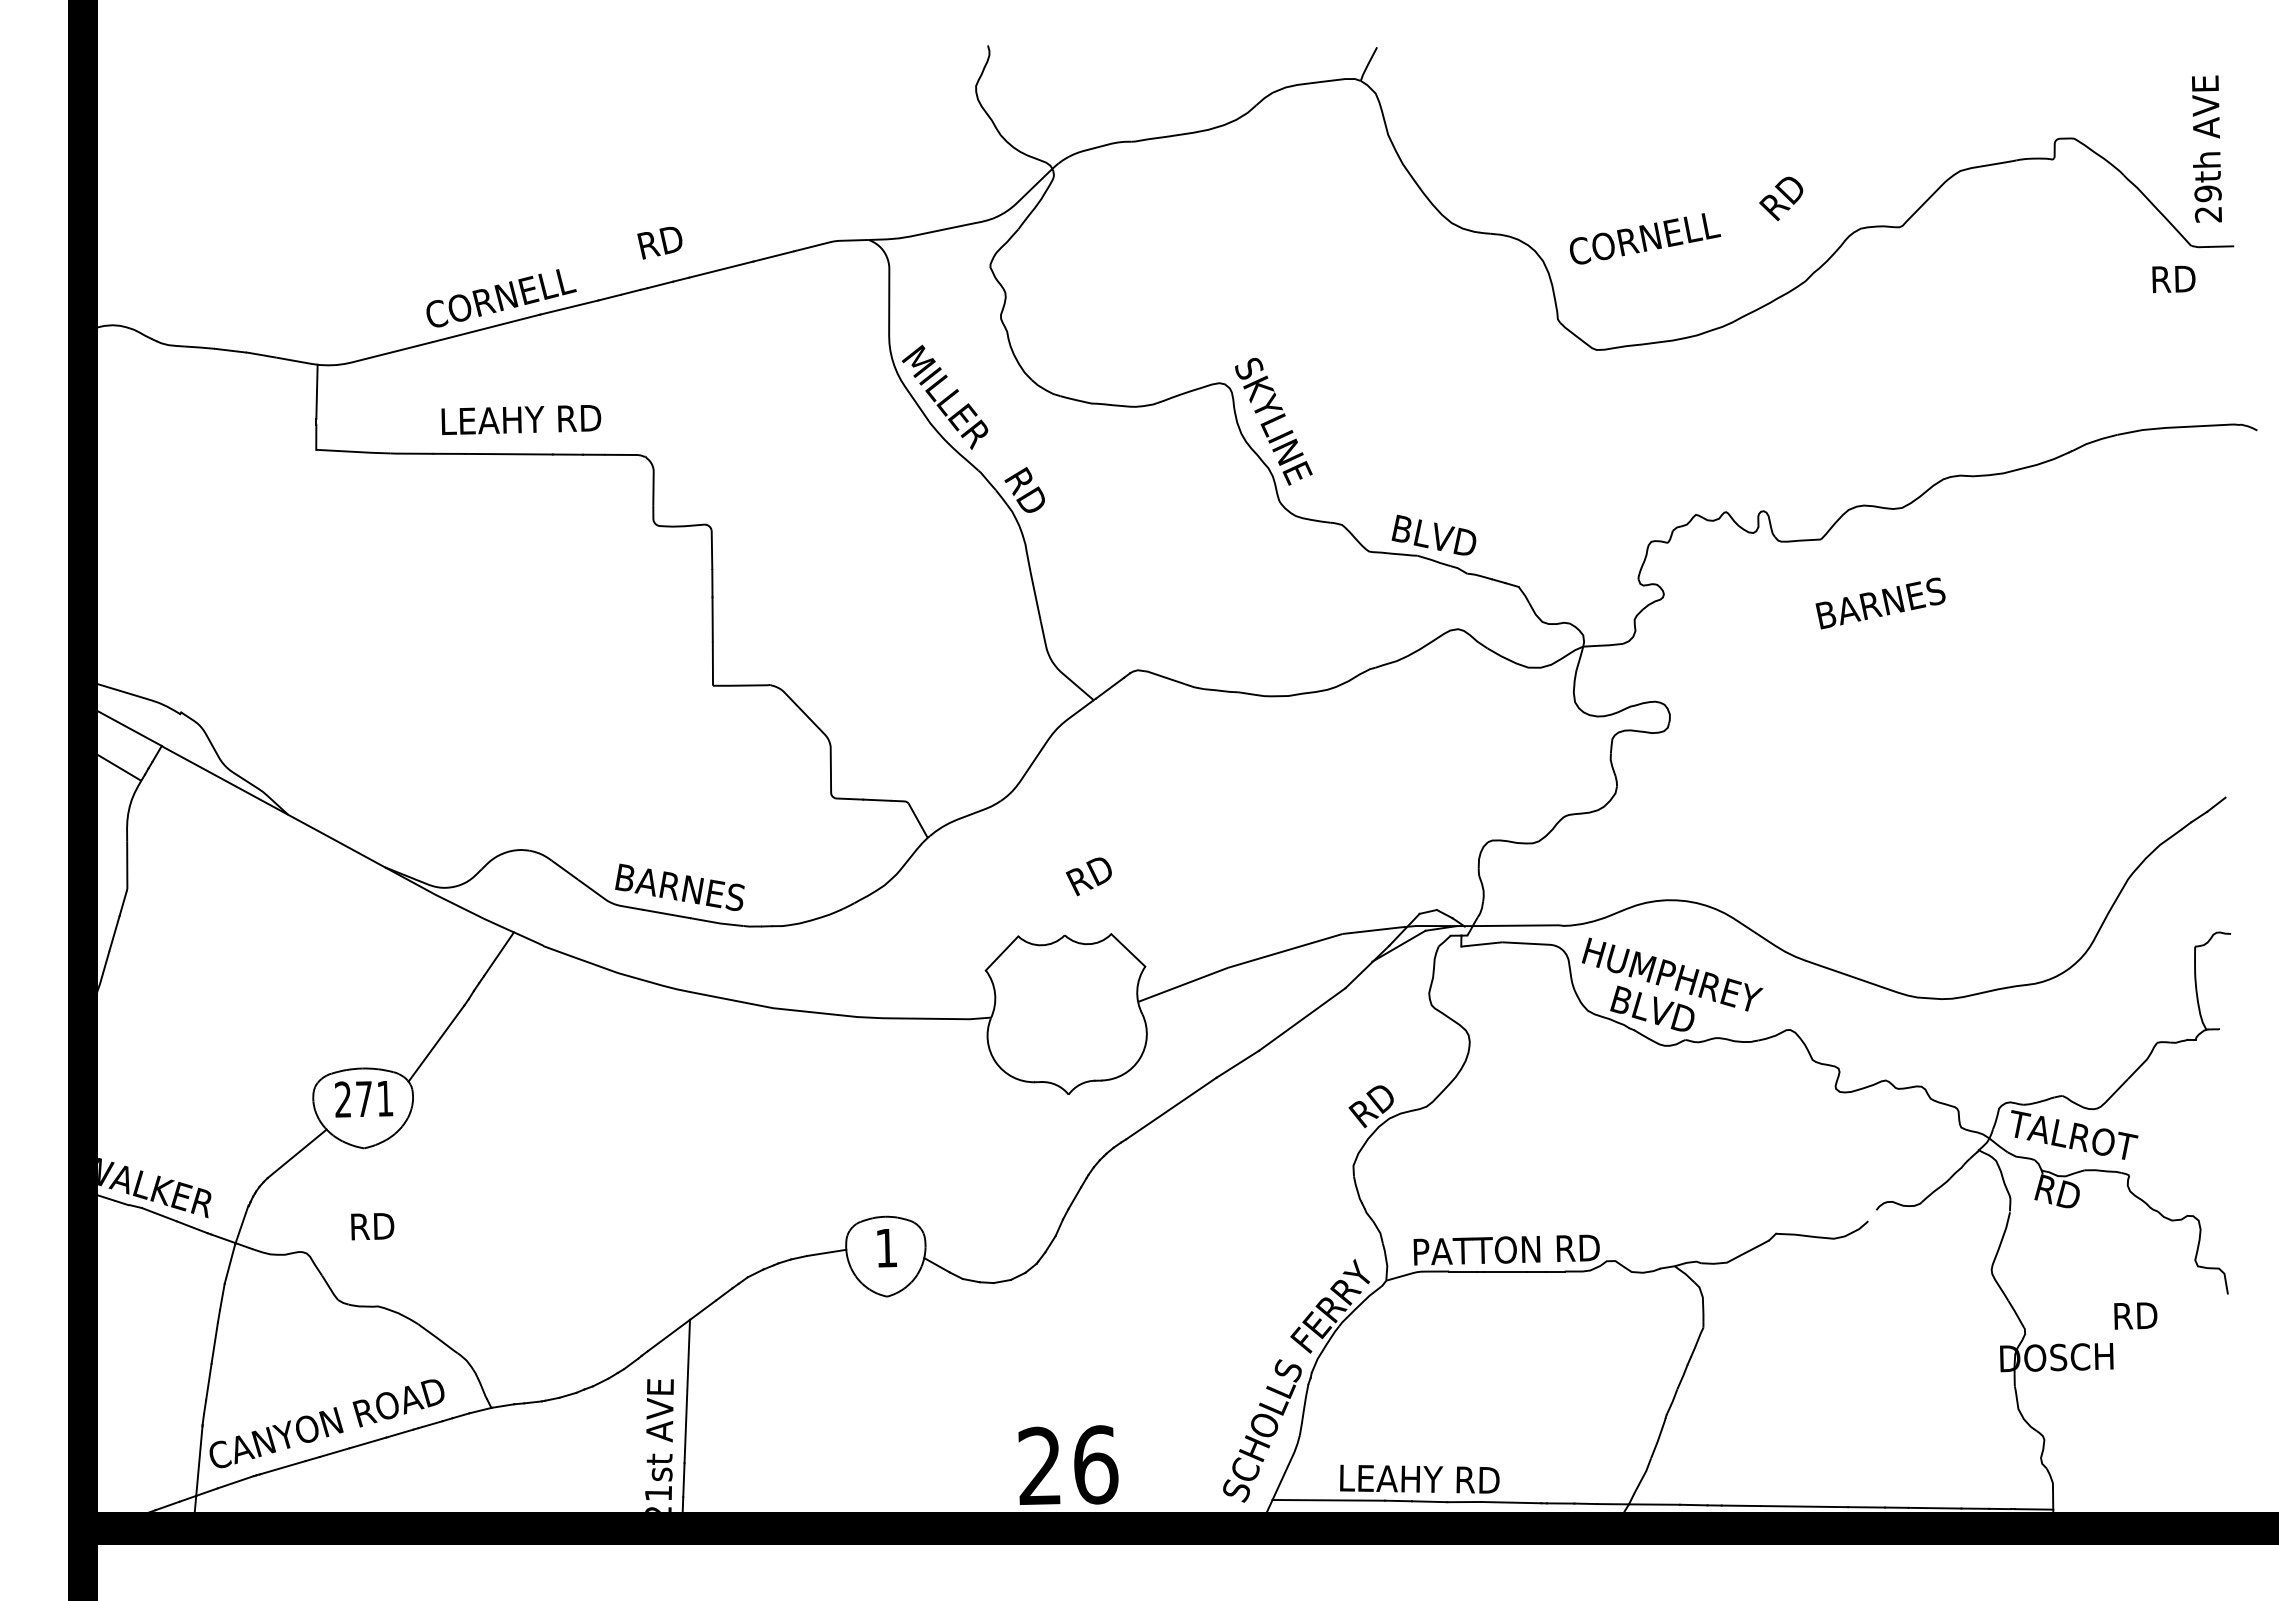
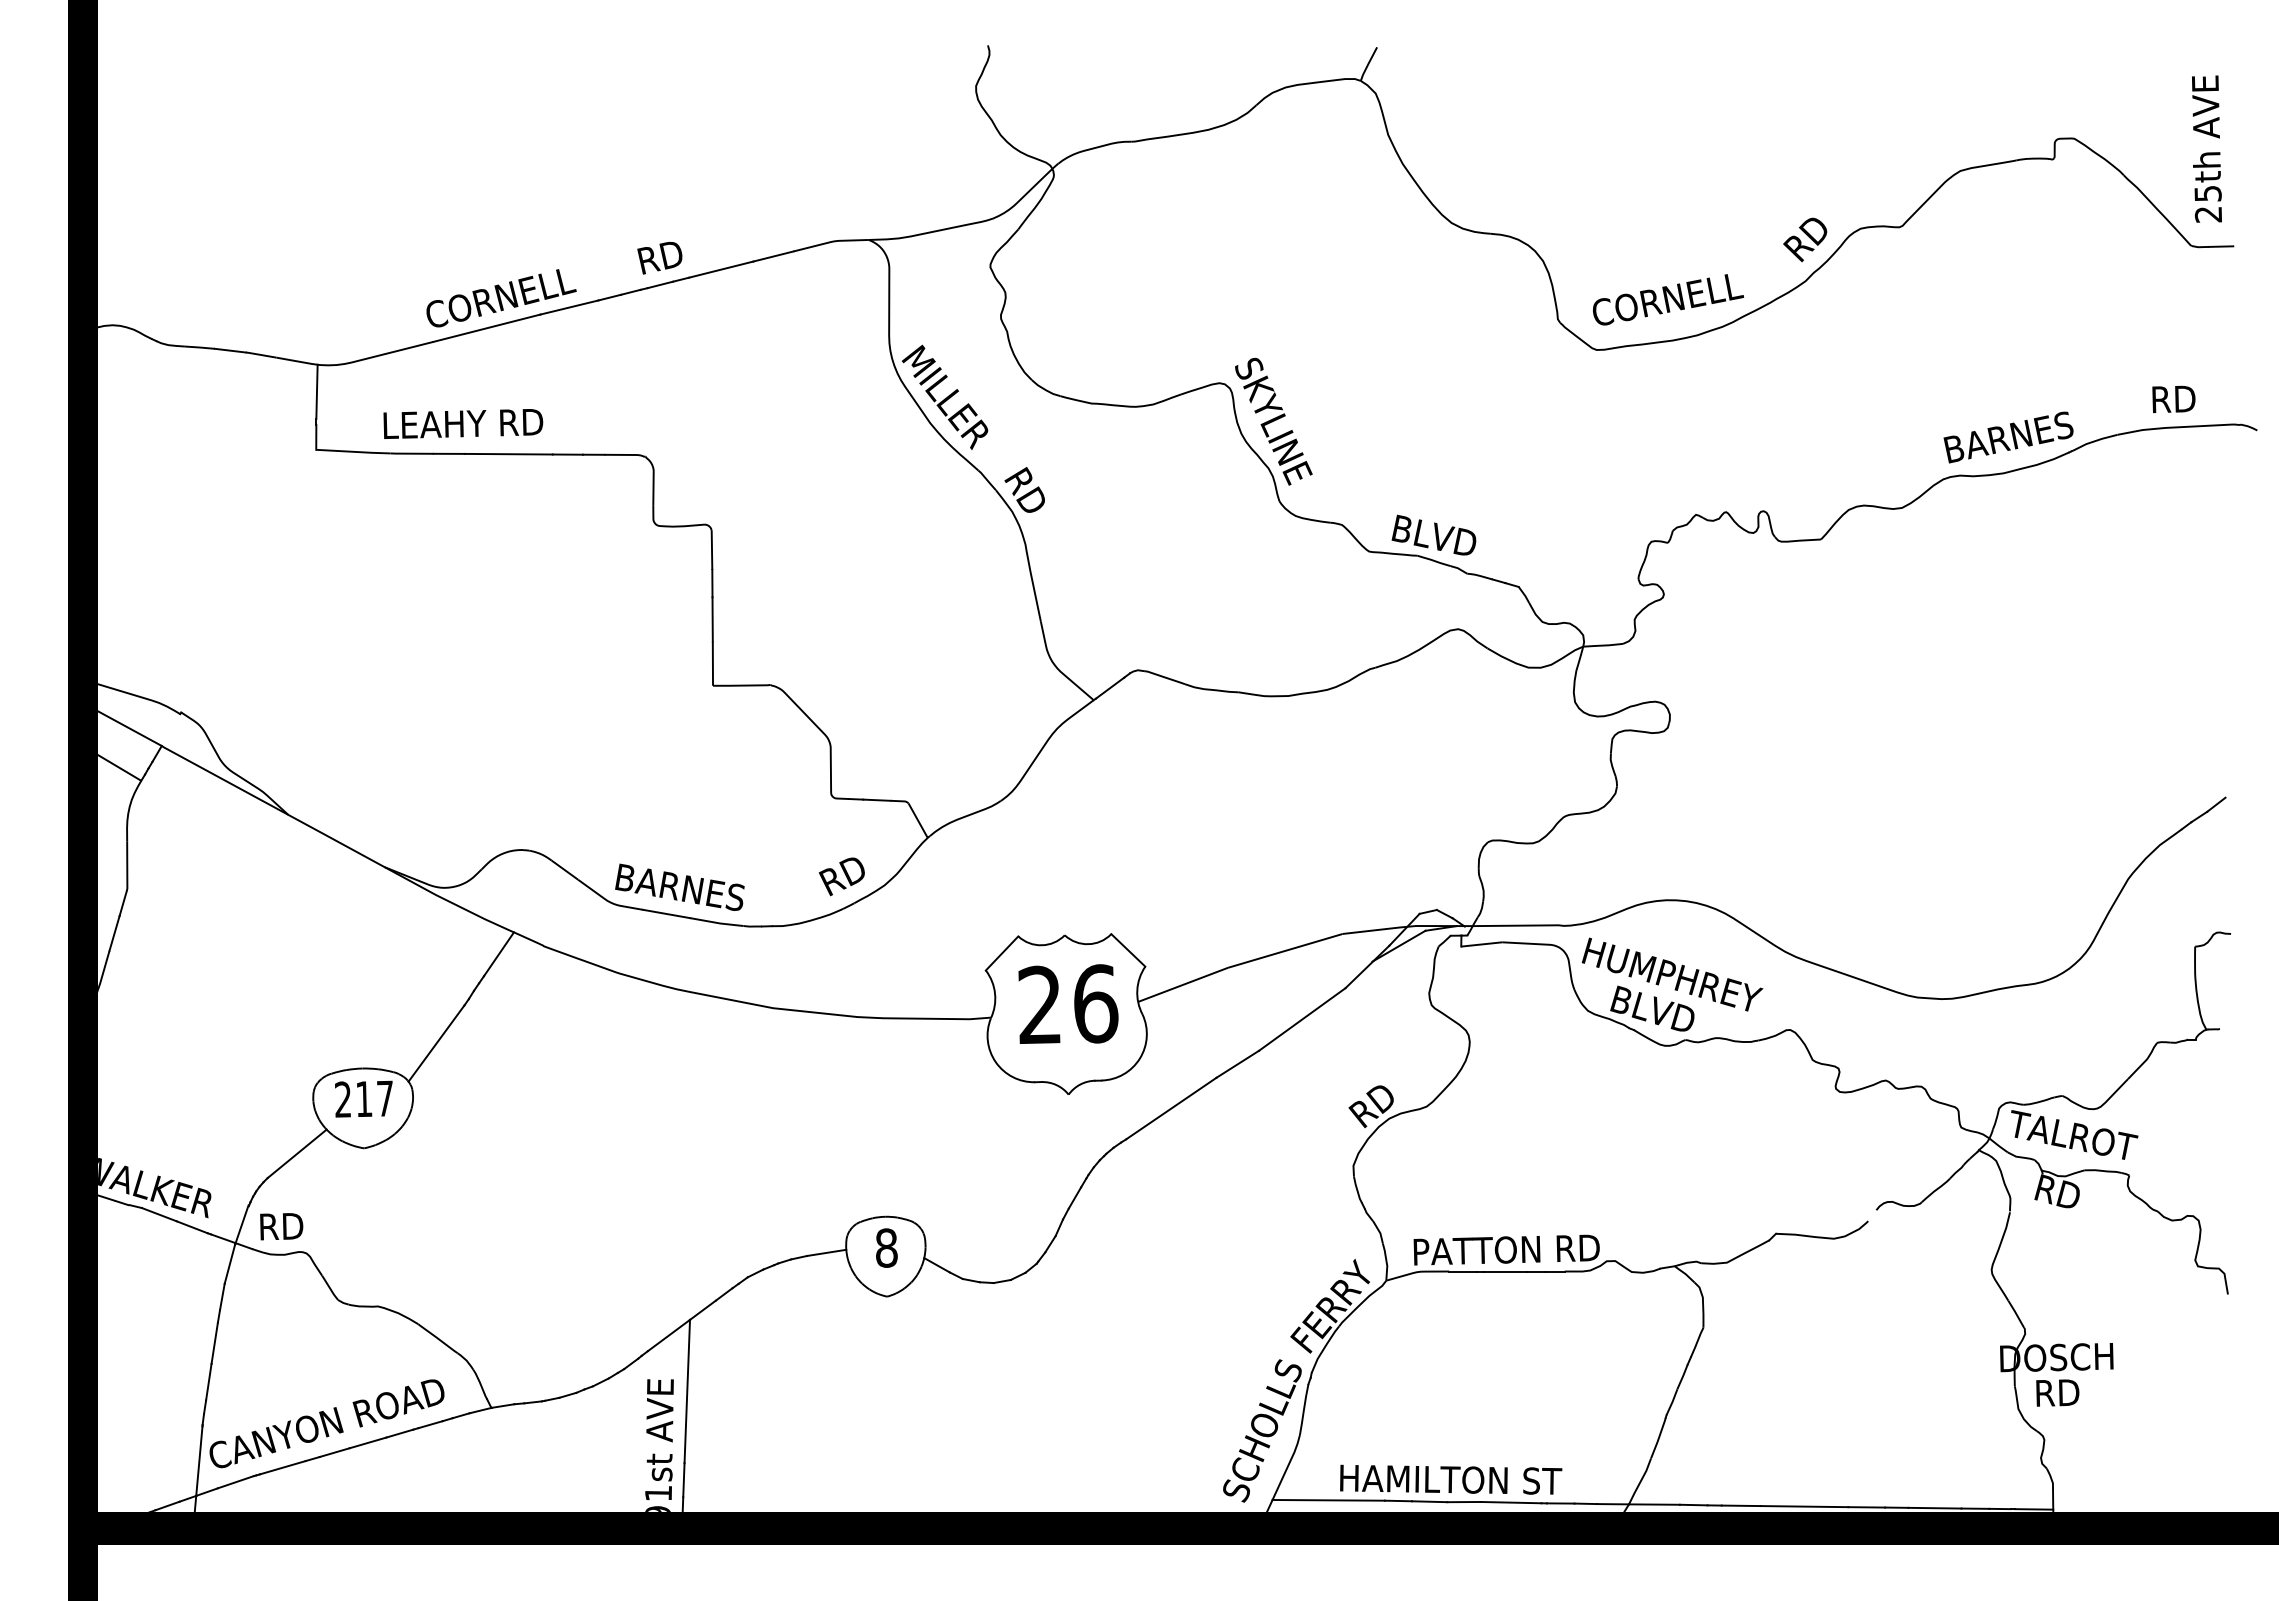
text at (2207, 193): 29th -> 25th
text at (1781, 198) position: (1781, 198) -> (1805, 239)
text at (1645, 238) position: (1645, 238) -> (1668, 299)
text at (659, 242) position: (659, 242) -> (659, 257)
text at (2173, 279) position: (2173, 279) -> (2173, 399)
text at (521, 419) position: (521, 419) -> (463, 423)
text at (1880, 603) position: (1880, 603) -> (2008, 437)
text at (1088, 876) position: (1088, 876) -> (841, 876)
text at (374, 1098): 271 -> 217
text at (372, 1226) position: (372, 1226) -> (281, 1226)
text at (886, 1247): 1 -> 8
text at (2135, 1315) position: (2135, 1315) -> (2057, 1392)
text at (1068, 1464) position: (1068, 1464) -> (1068, 1003)
text at (1452, 1479): LEAHY RD -> HAMILTON ST
text at (658, 1508): 21st -> 91st
